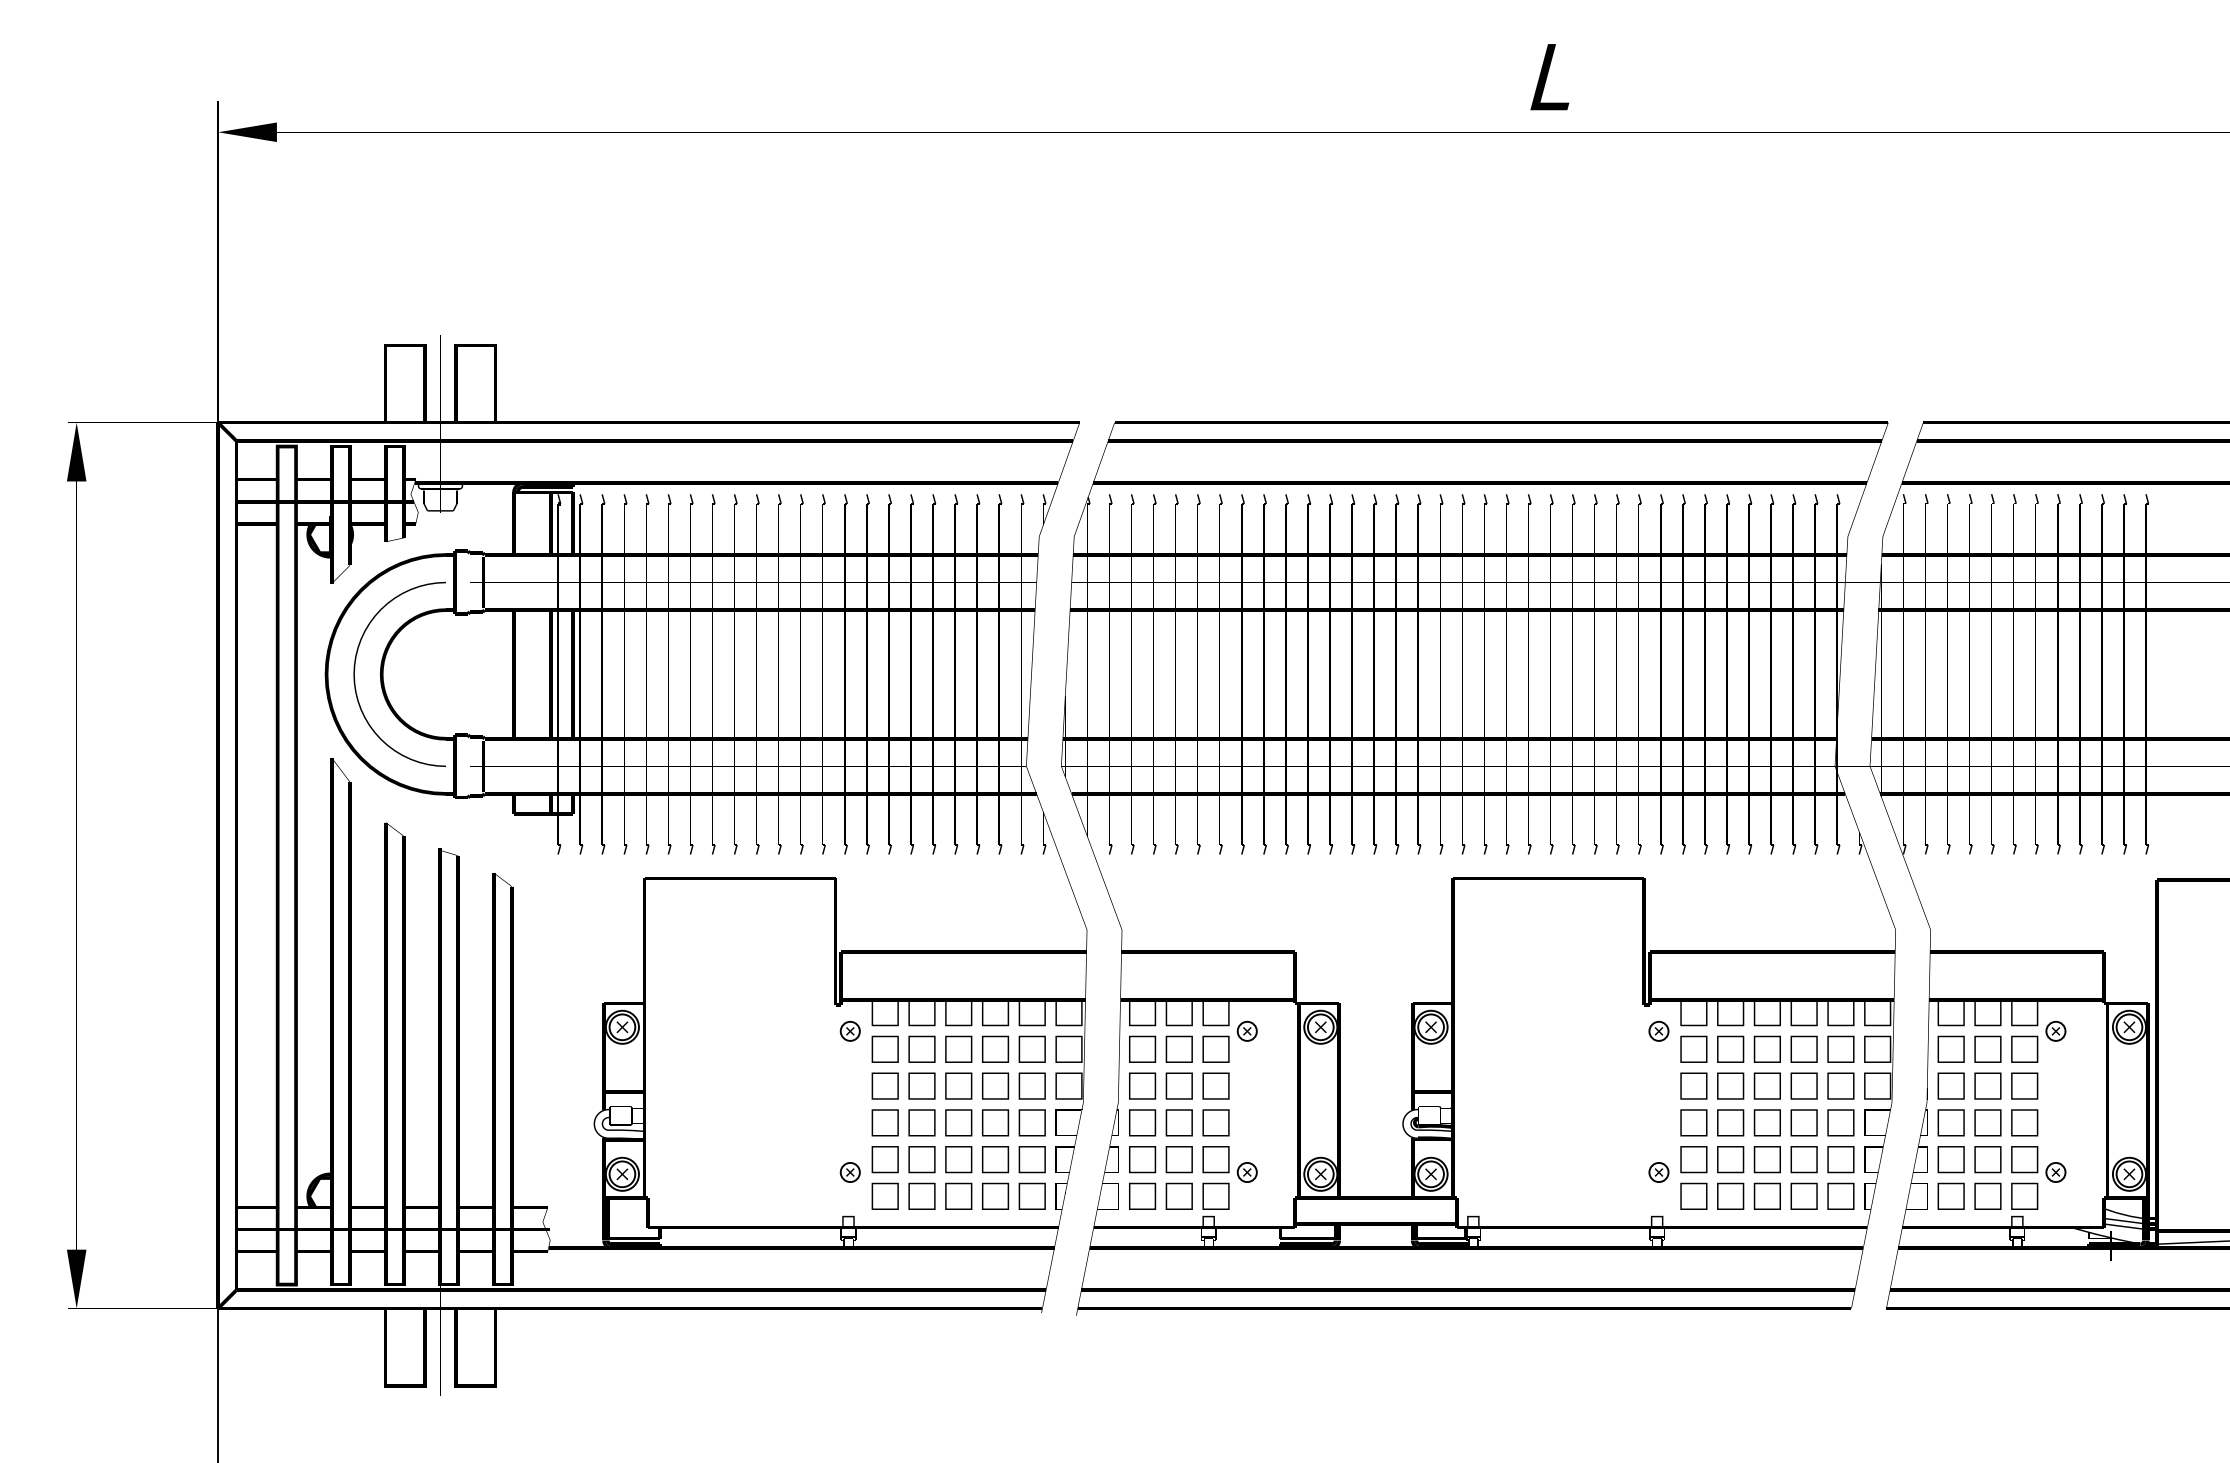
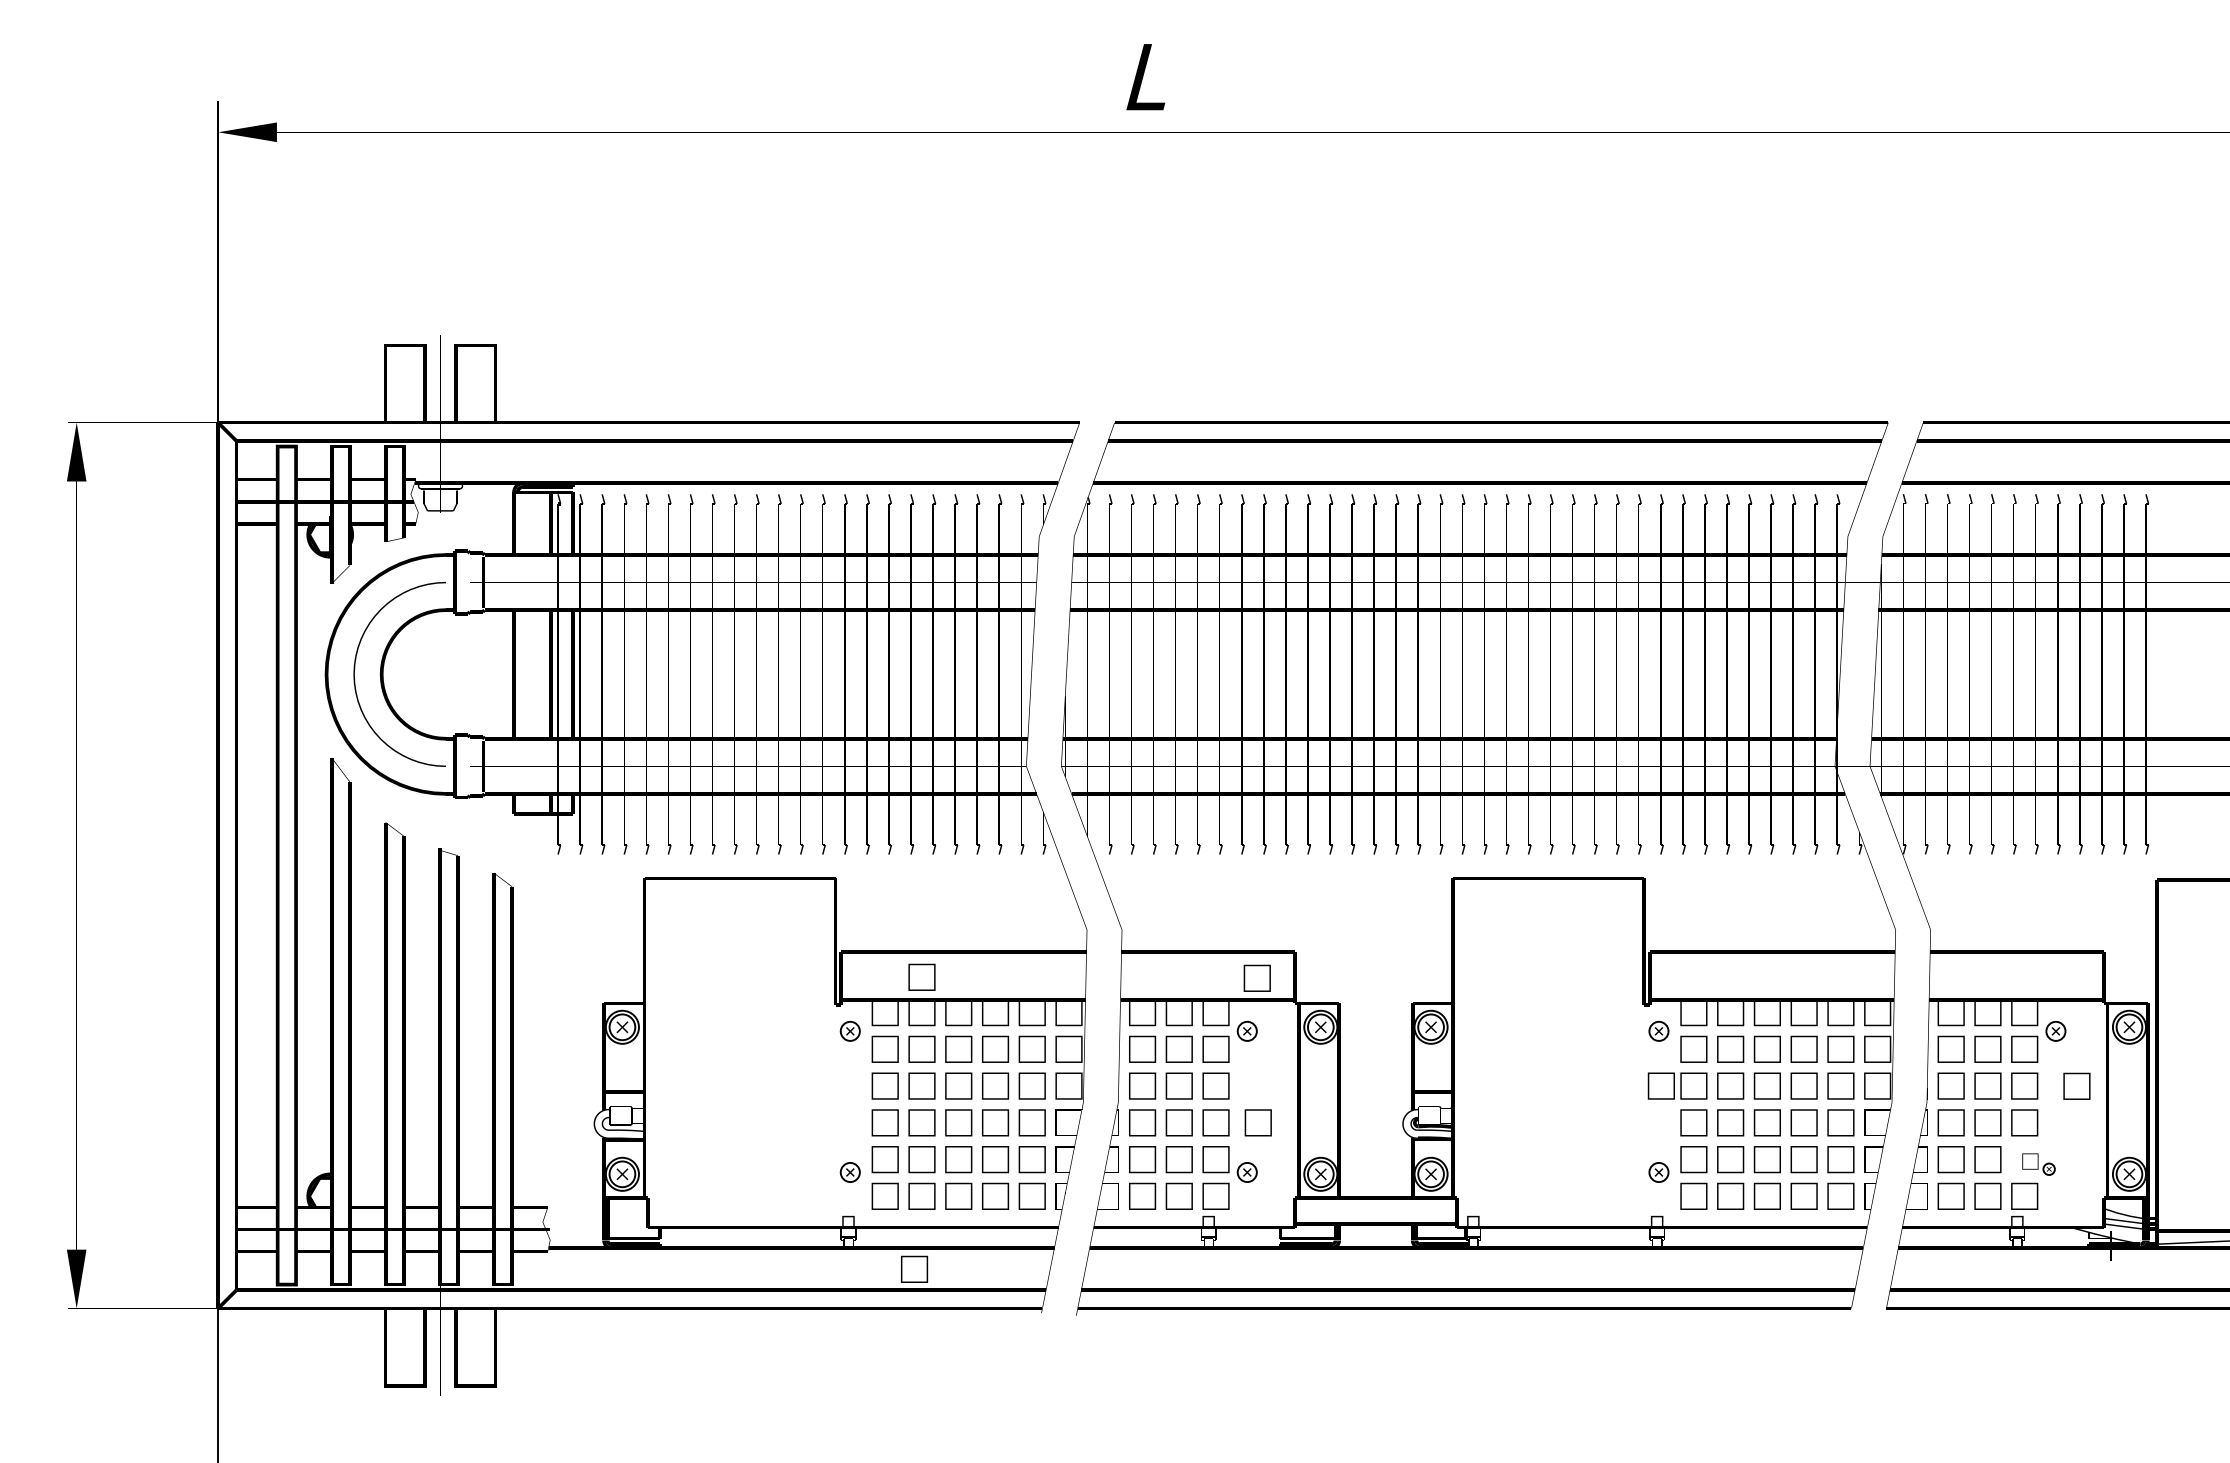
text at (1549, 77) position: (1549, 77) -> (1145, 77)
part at (921, 976): none -> present
part at (1256, 977): none -> present
part at (1660, 1085): none -> present
part at (2076, 1085): none -> present
part at (1257, 1122): none -> present
part at (2038, 1164) size: 56x37 px -> 34x23 px
part at (914, 1268): none -> present
